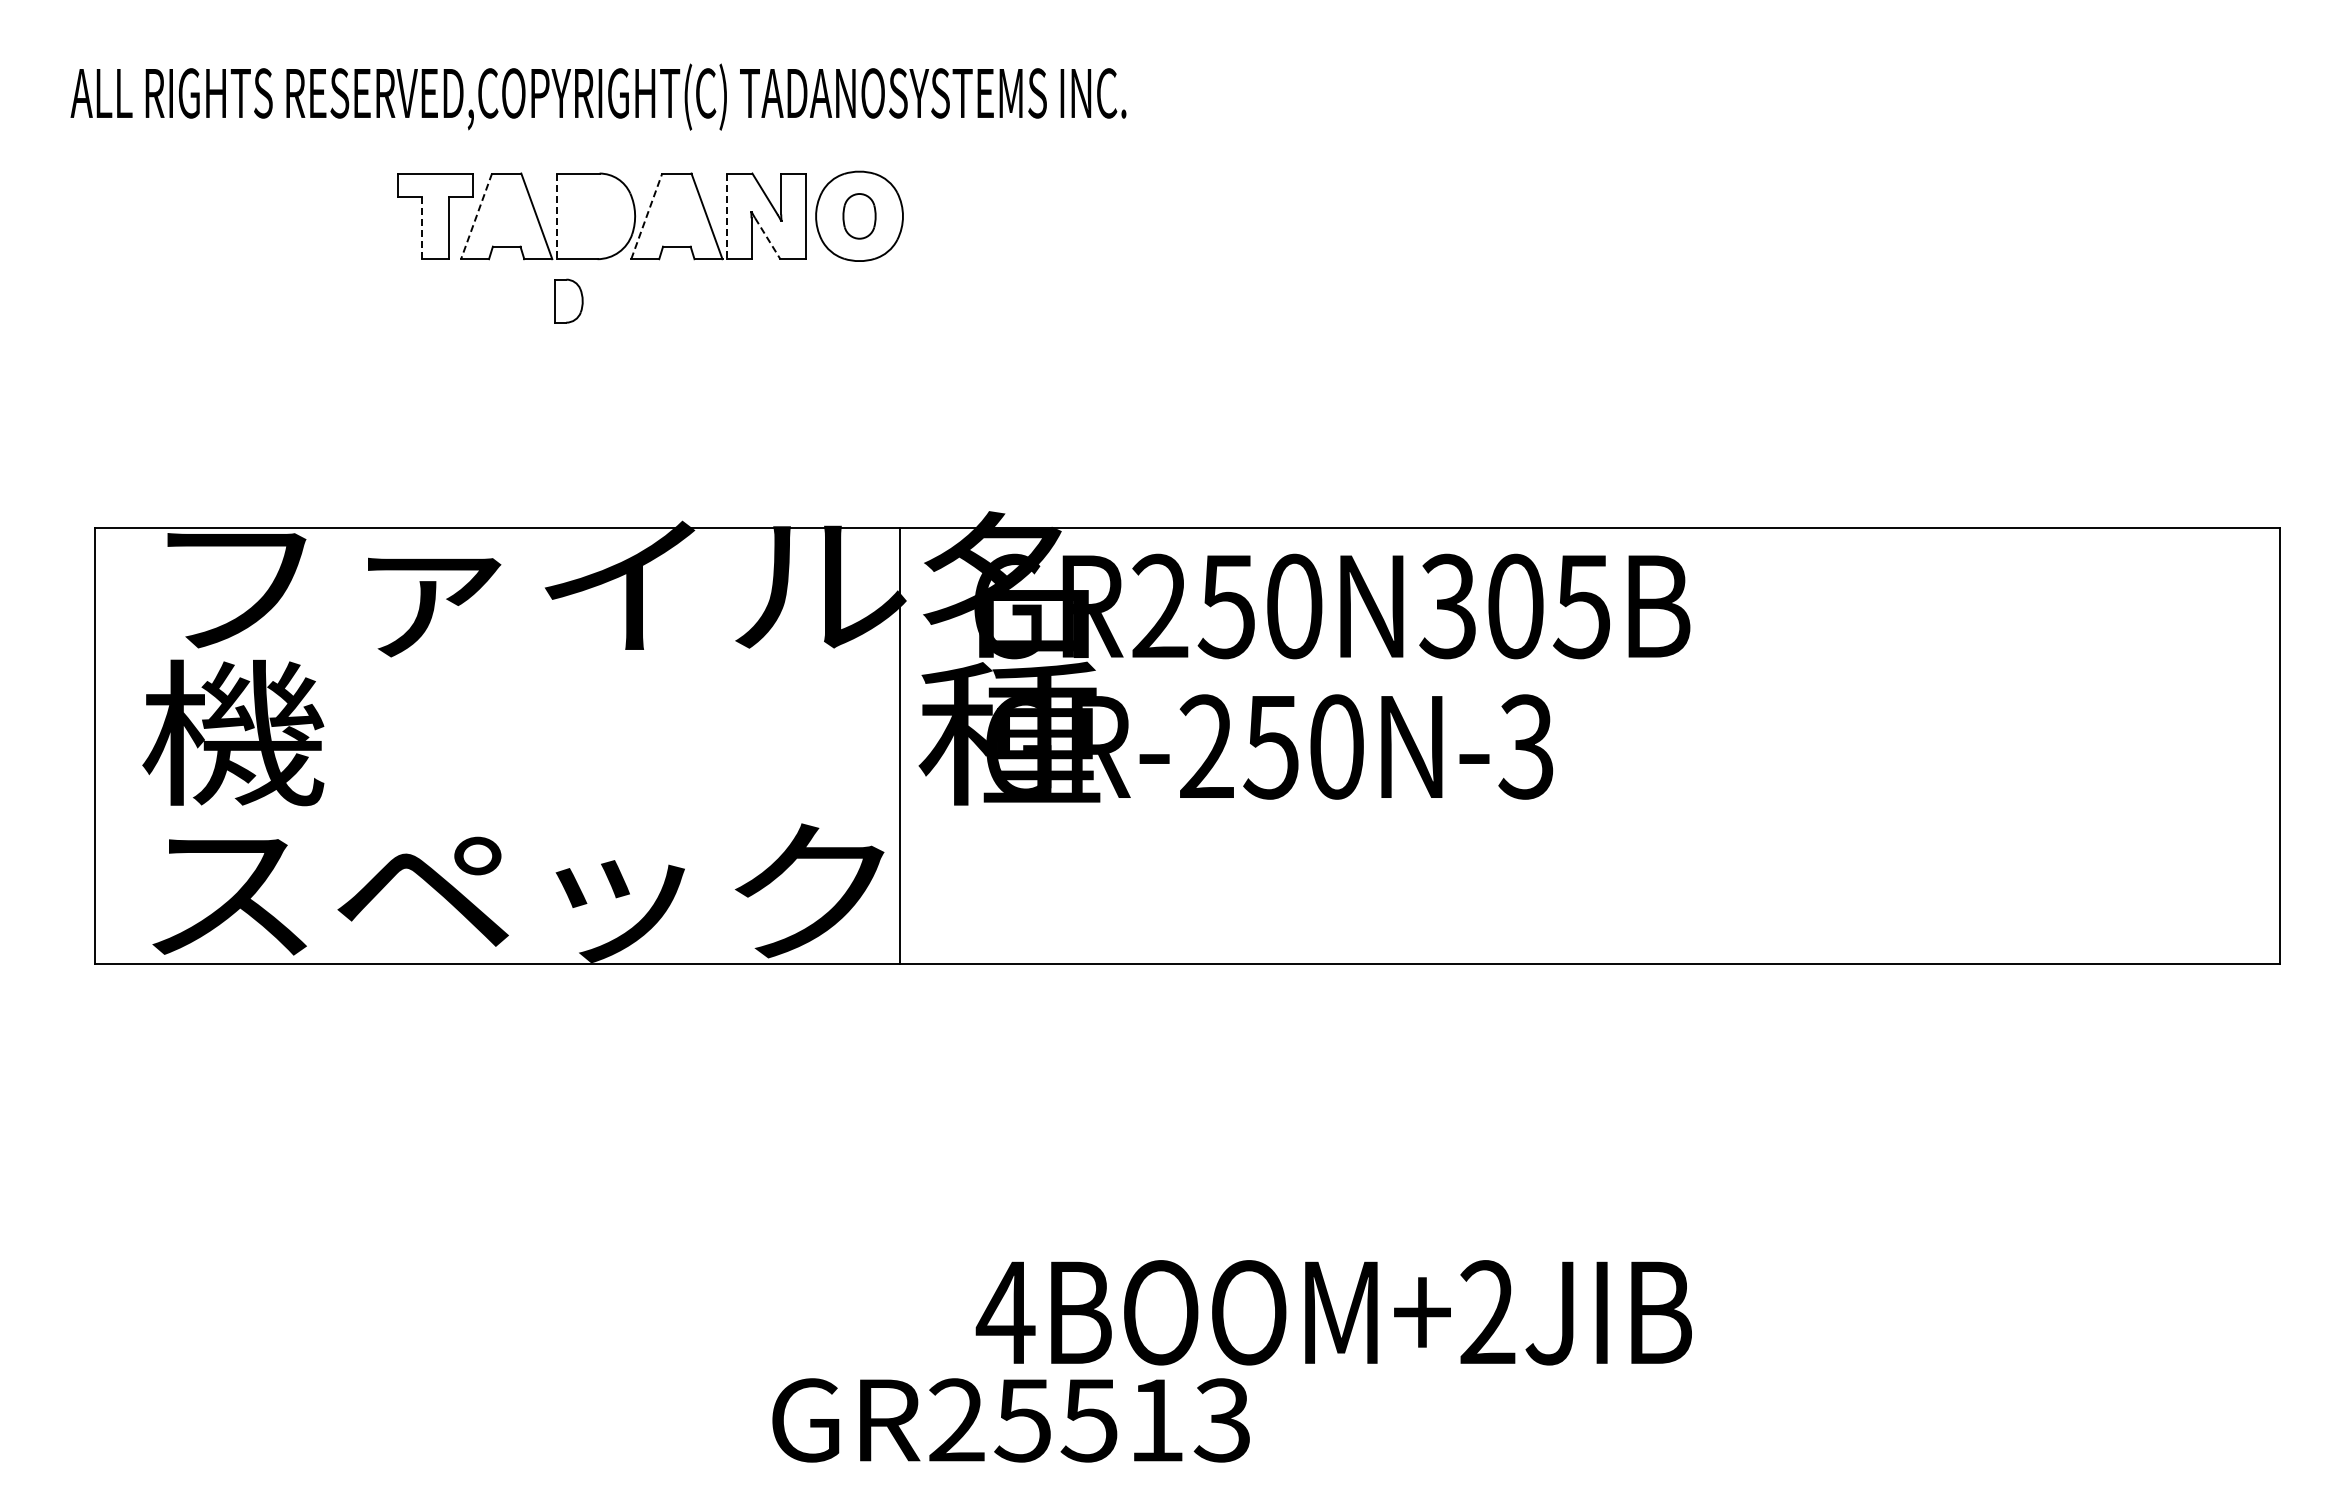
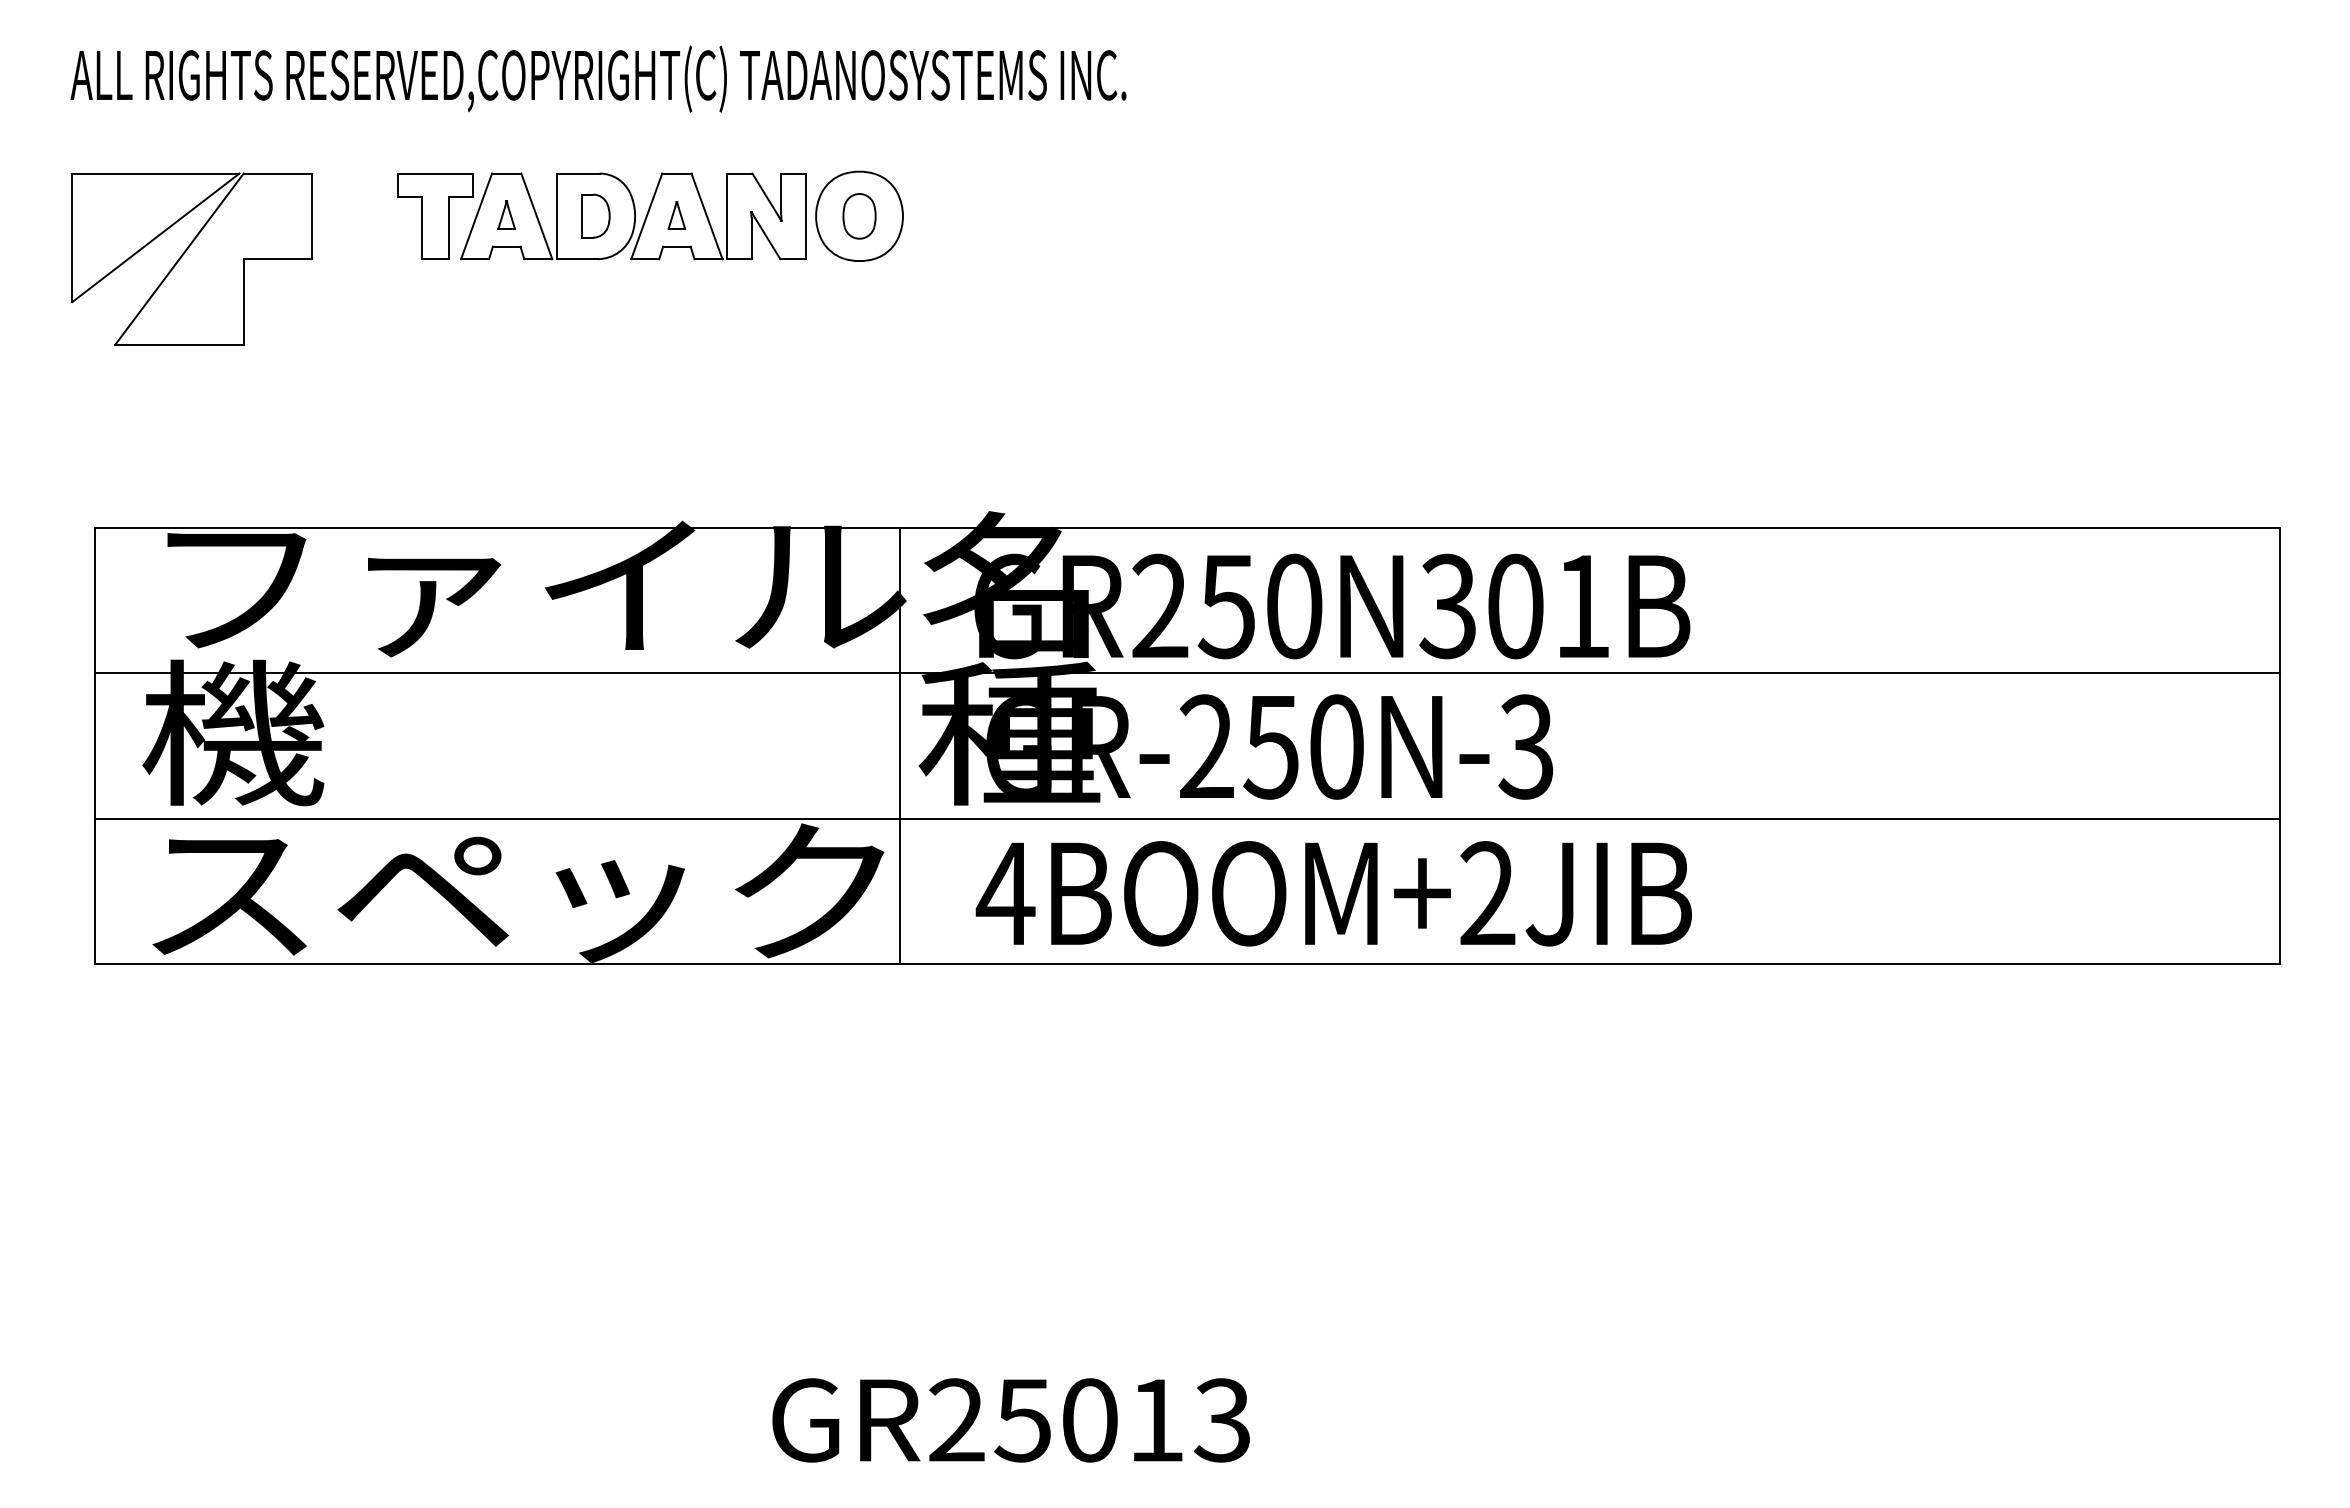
text at (598, 96) position: (598, 96) -> (598, 78)
part at (506, 214): none -> present
part at (676, 215): none -> present
line at (476, 216): dashed -> solid
line at (556, 216): dashed -> solid
line at (646, 216): dashed -> solid
line at (727, 216): dashed -> solid
line at (421, 228): dashed -> solid
line at (768, 239): dashed -> solid
part at (191, 258): none -> present
part at (568, 300) position: (568, 300) -> (595, 215)
text at (1581, 607): GR250N305B -> GR250N301B
line at (1187, 673): none -> present
line at (1187, 818): none -> present
text at (1333, 1312) position: (1333, 1312) -> (1333, 893)
text at (1088, 1420): GR25513 -> GR25013
